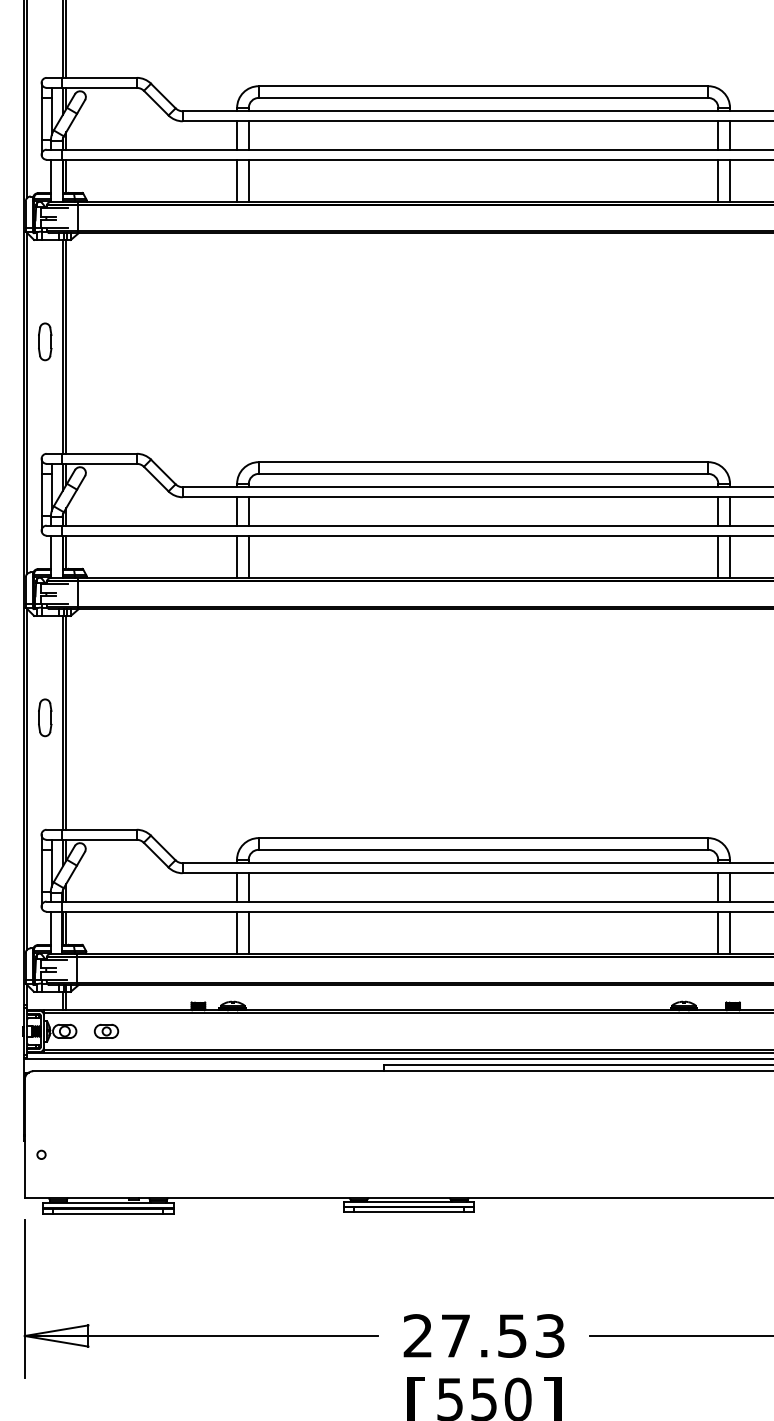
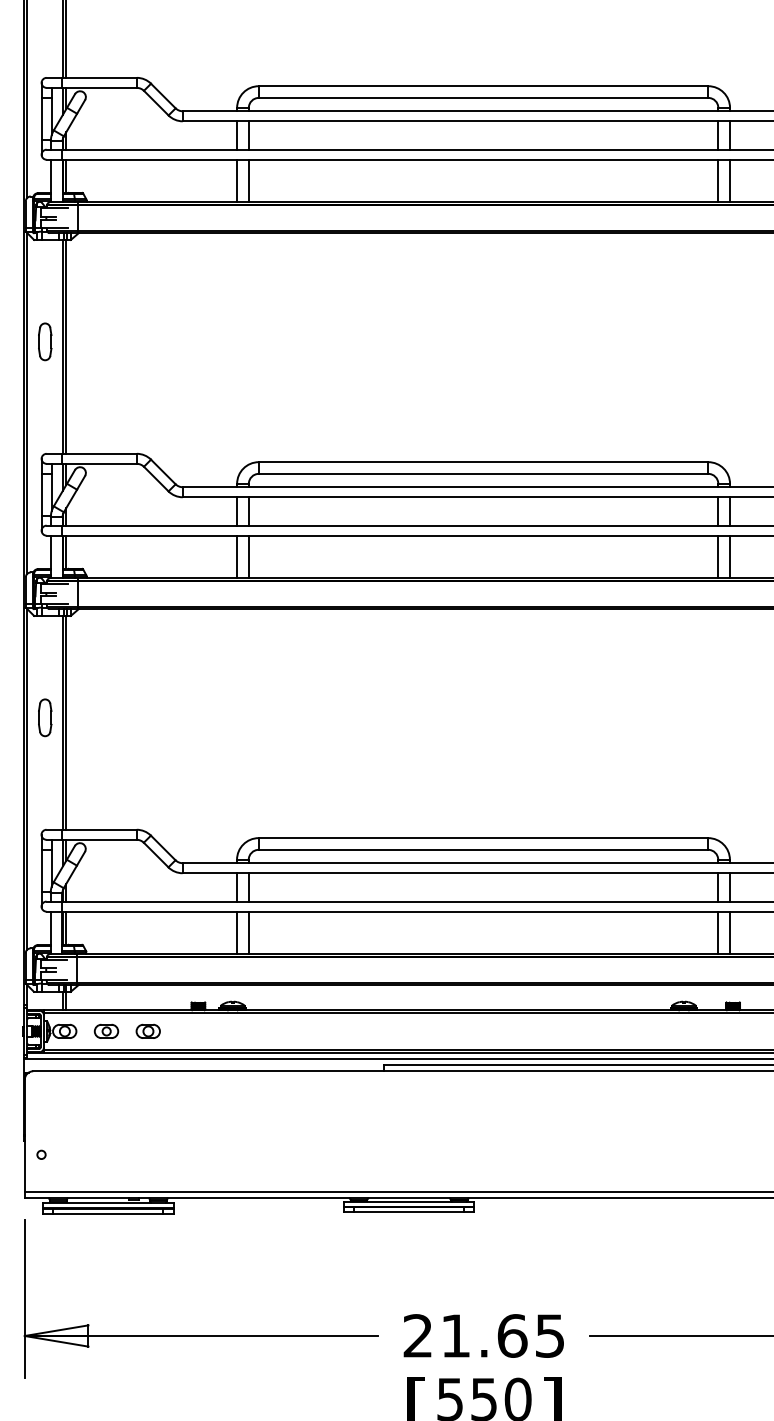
part at (147, 1030): none -> present
line at (397, 1191): none -> present
text at (503, 1335): 27.53 -> 21.65
